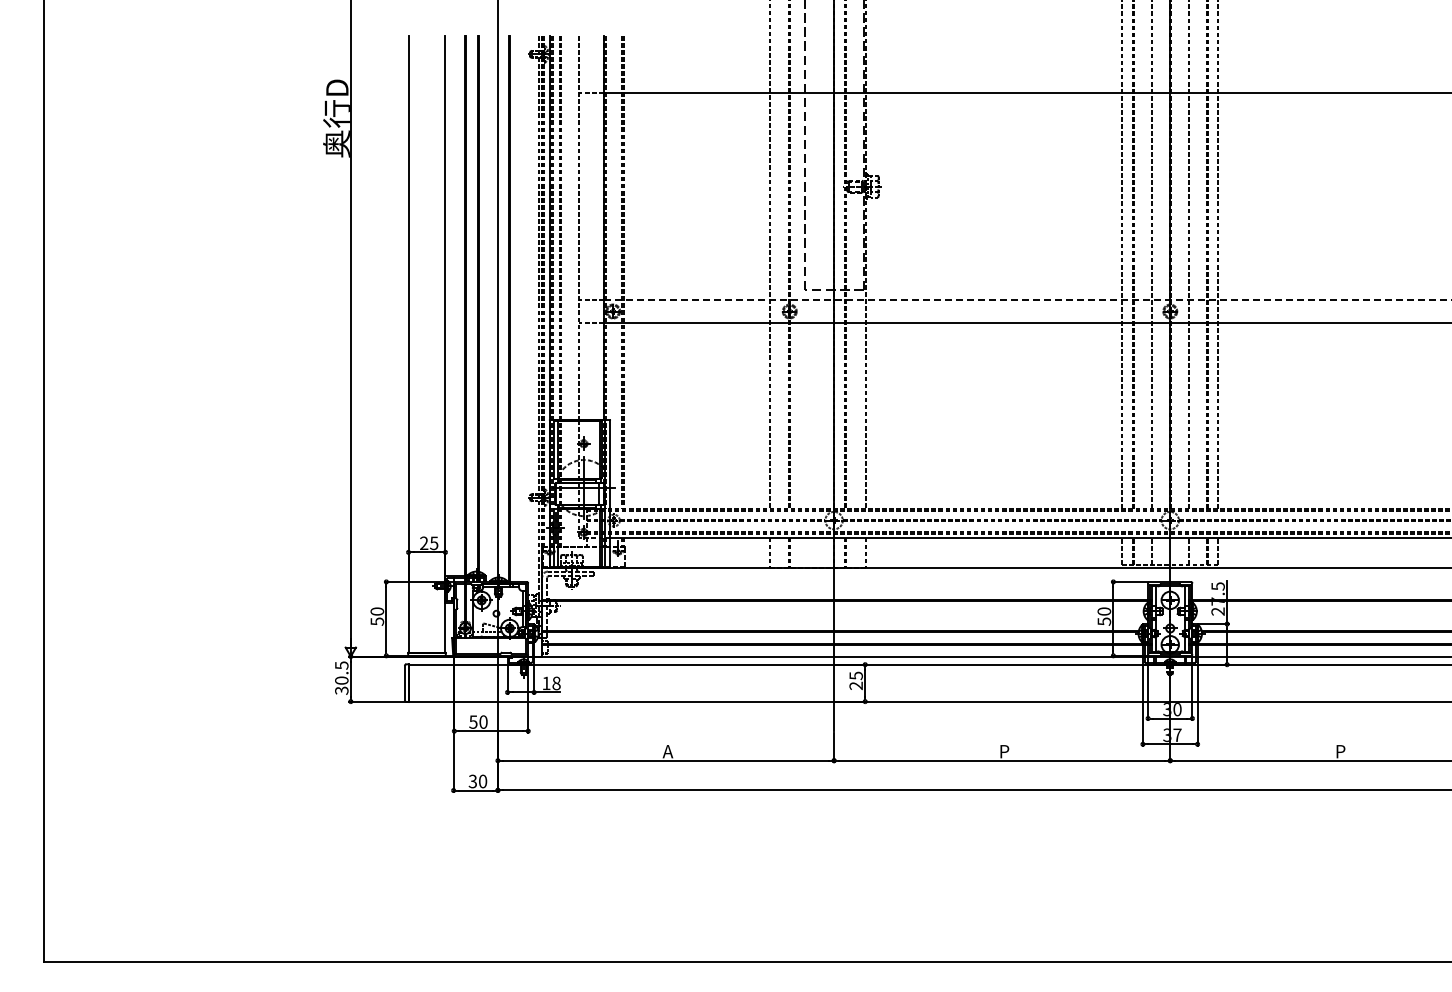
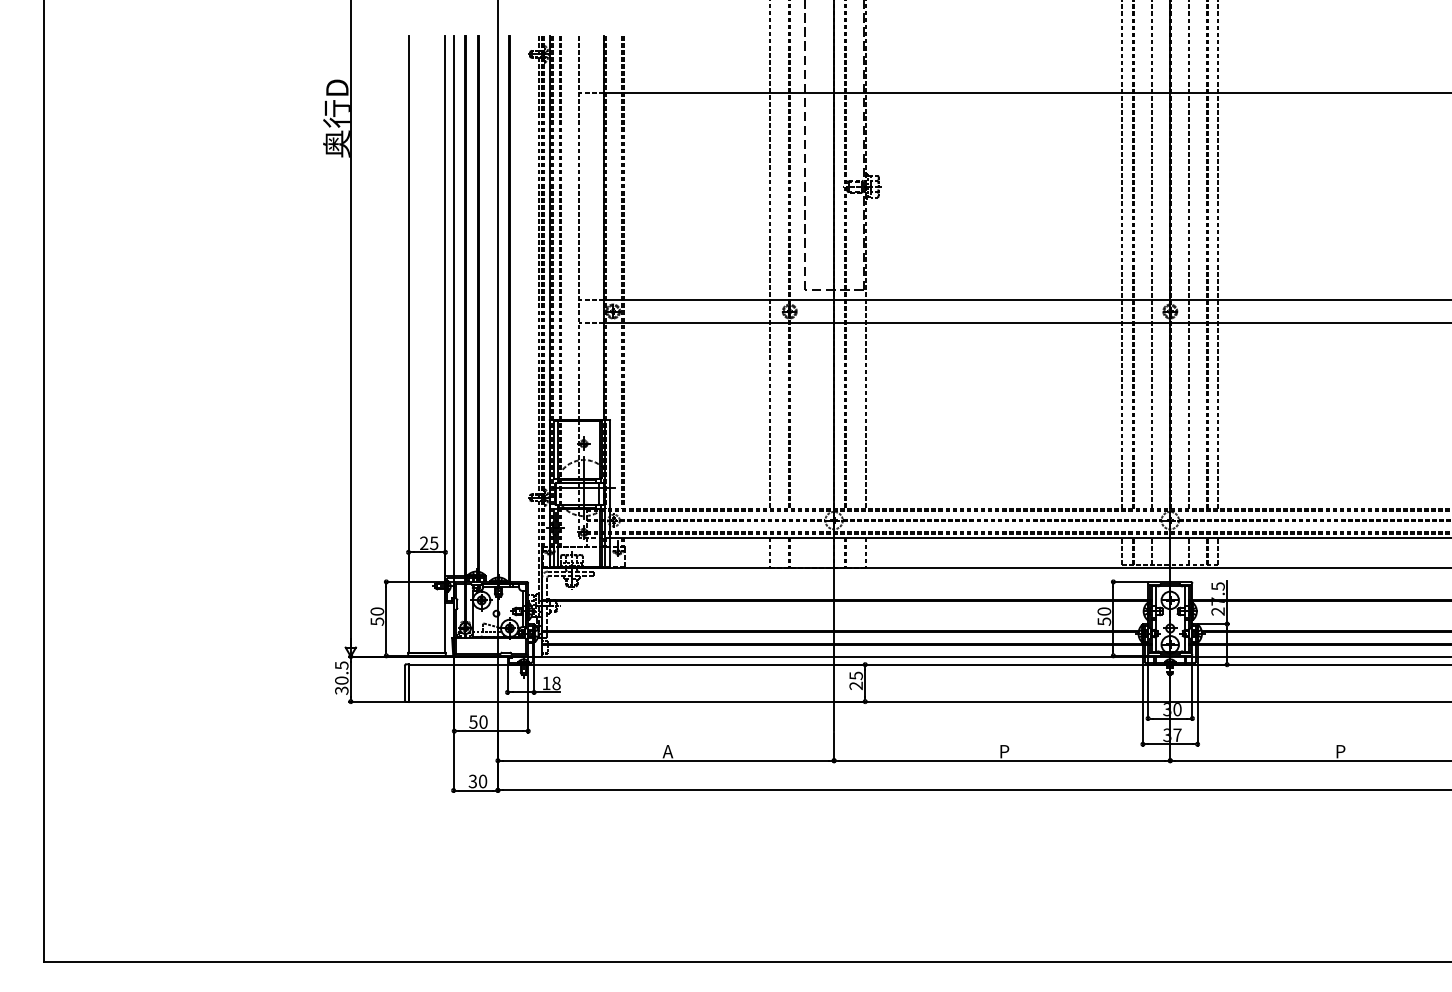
line at (1027, 299): dashed -> solid
line at (453, 306): none -> present
